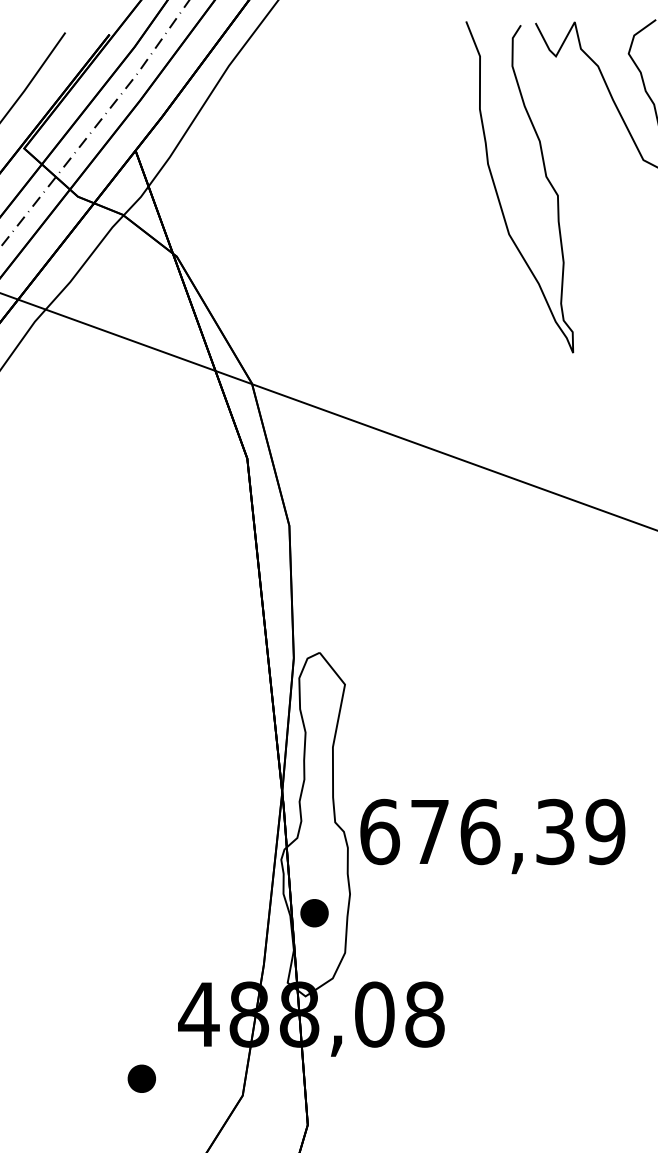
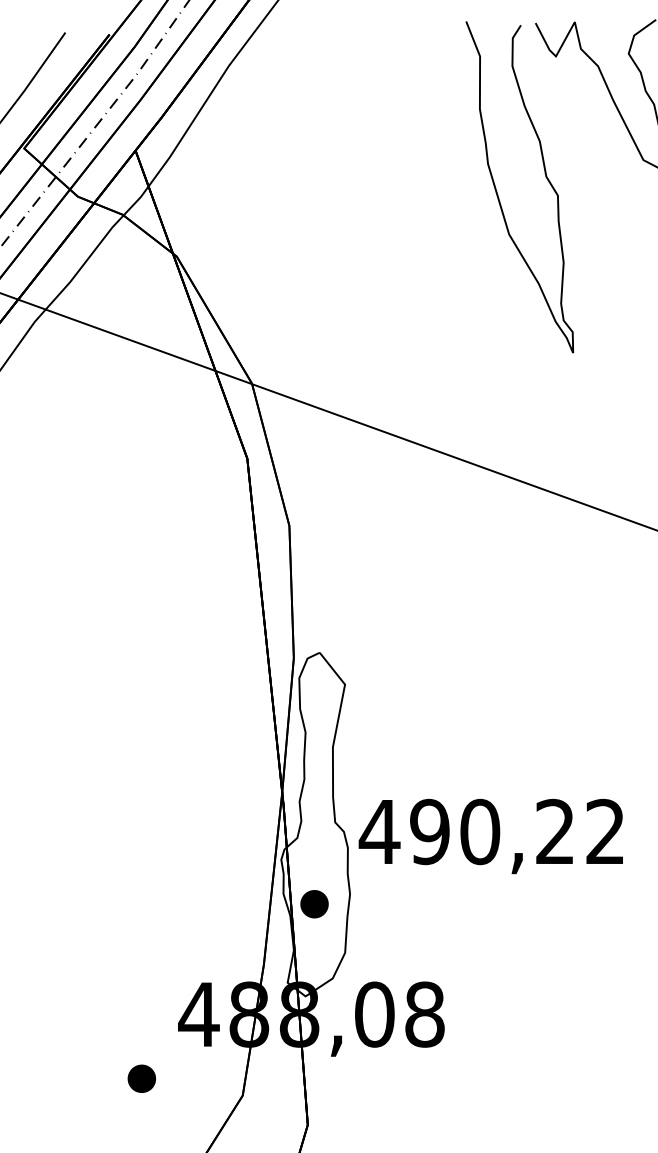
text at (491, 831): 676,39 -> 490,22
part at (314, 913) position: (314, 913) -> (314, 904)
